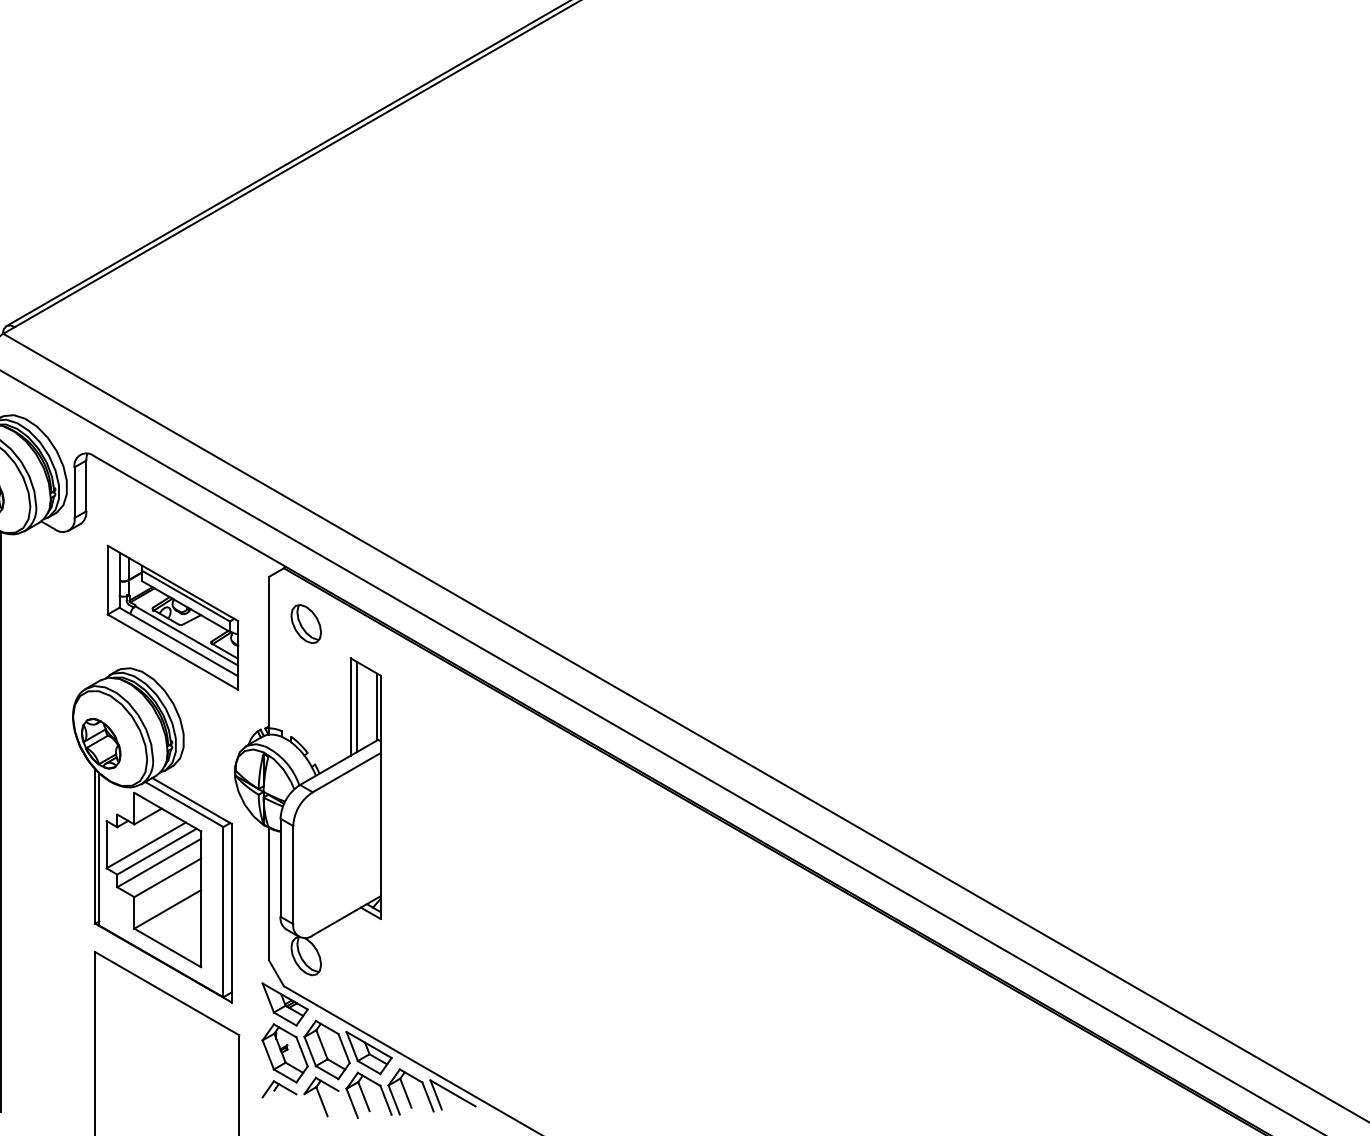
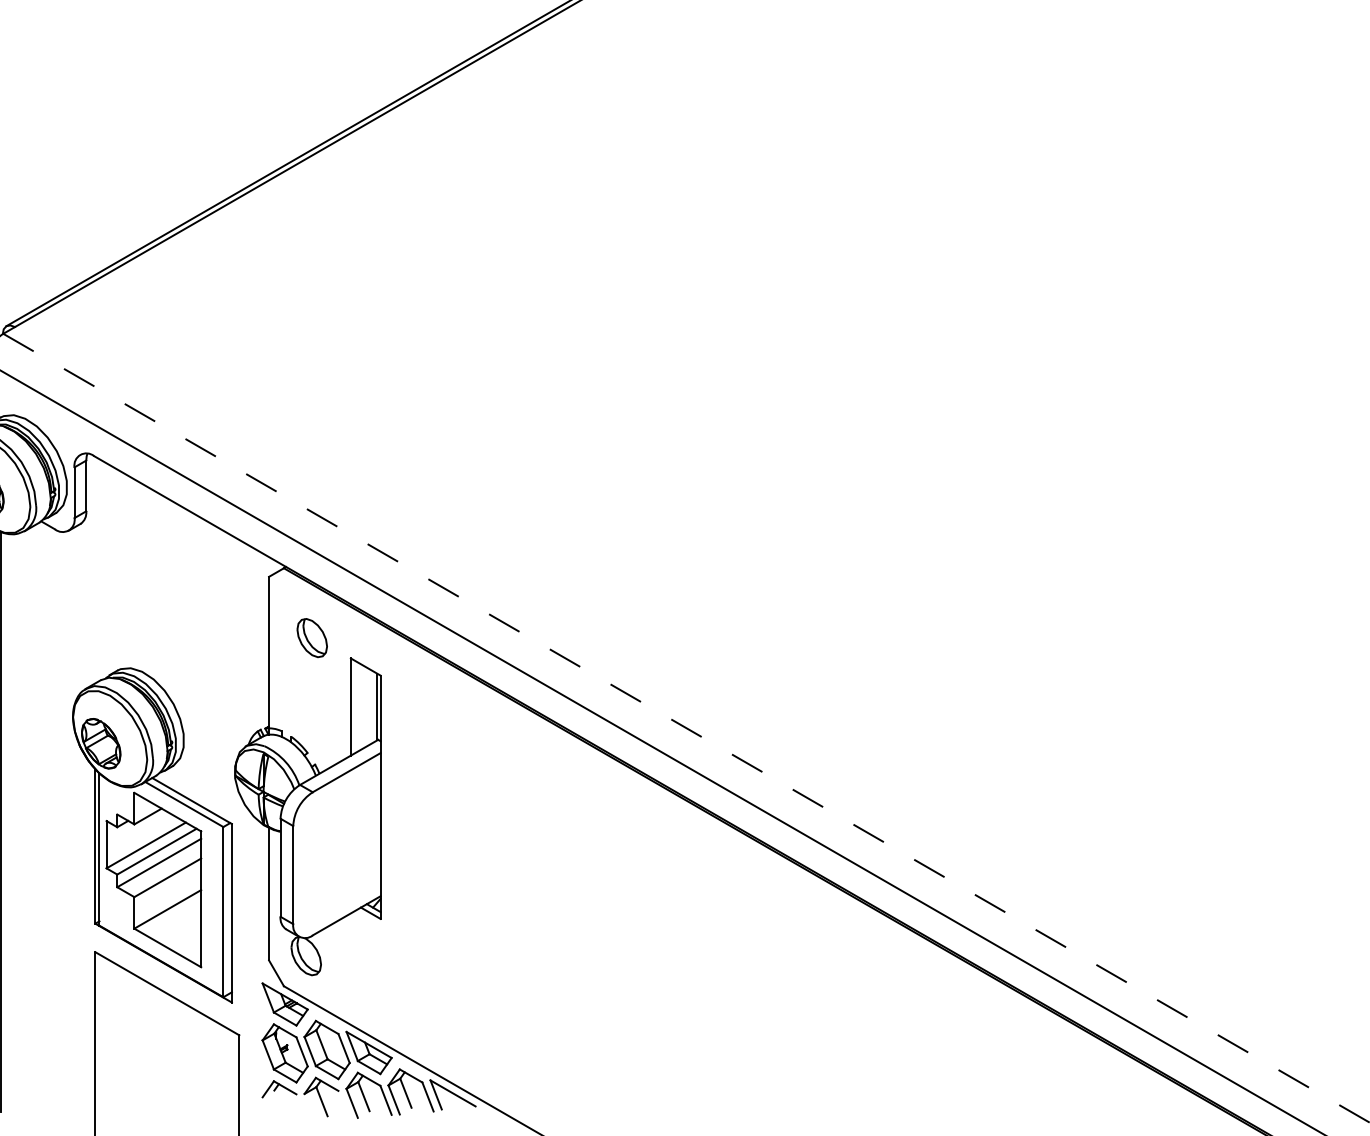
part at (172, 617): present -> none
part at (305, 624) position: (305, 624) -> (311, 638)
line at (356, 706): present -> none
line at (686, 728): solid -> dashed
